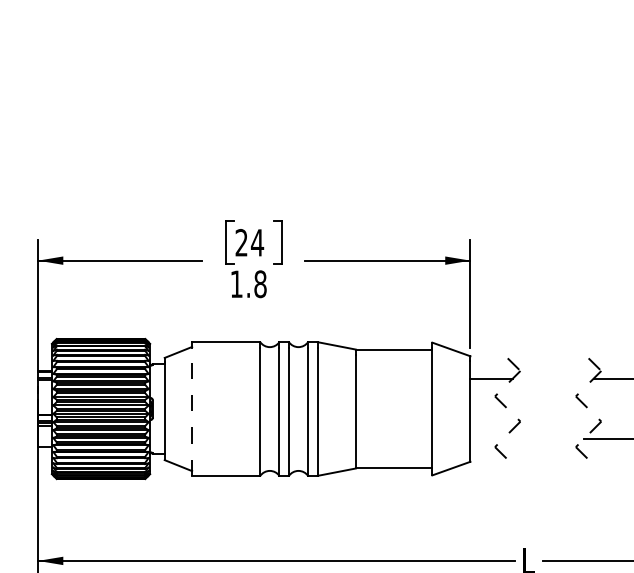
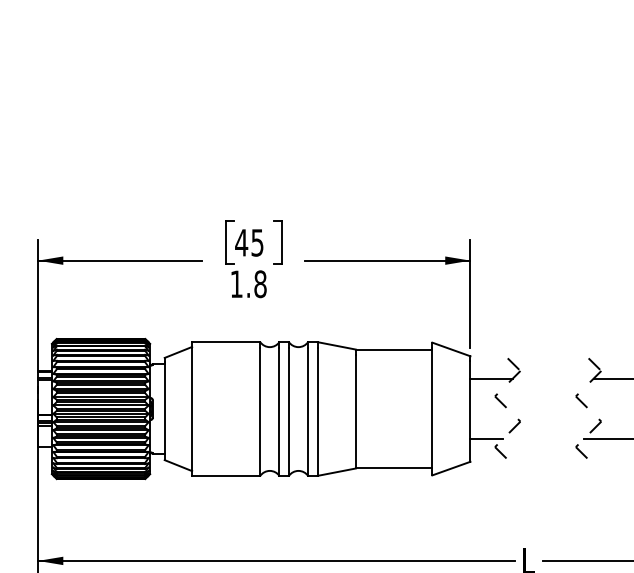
text at (249, 242): 24 -> 45
line at (192, 411): dashed -> solid
line at (486, 439): none -> present
